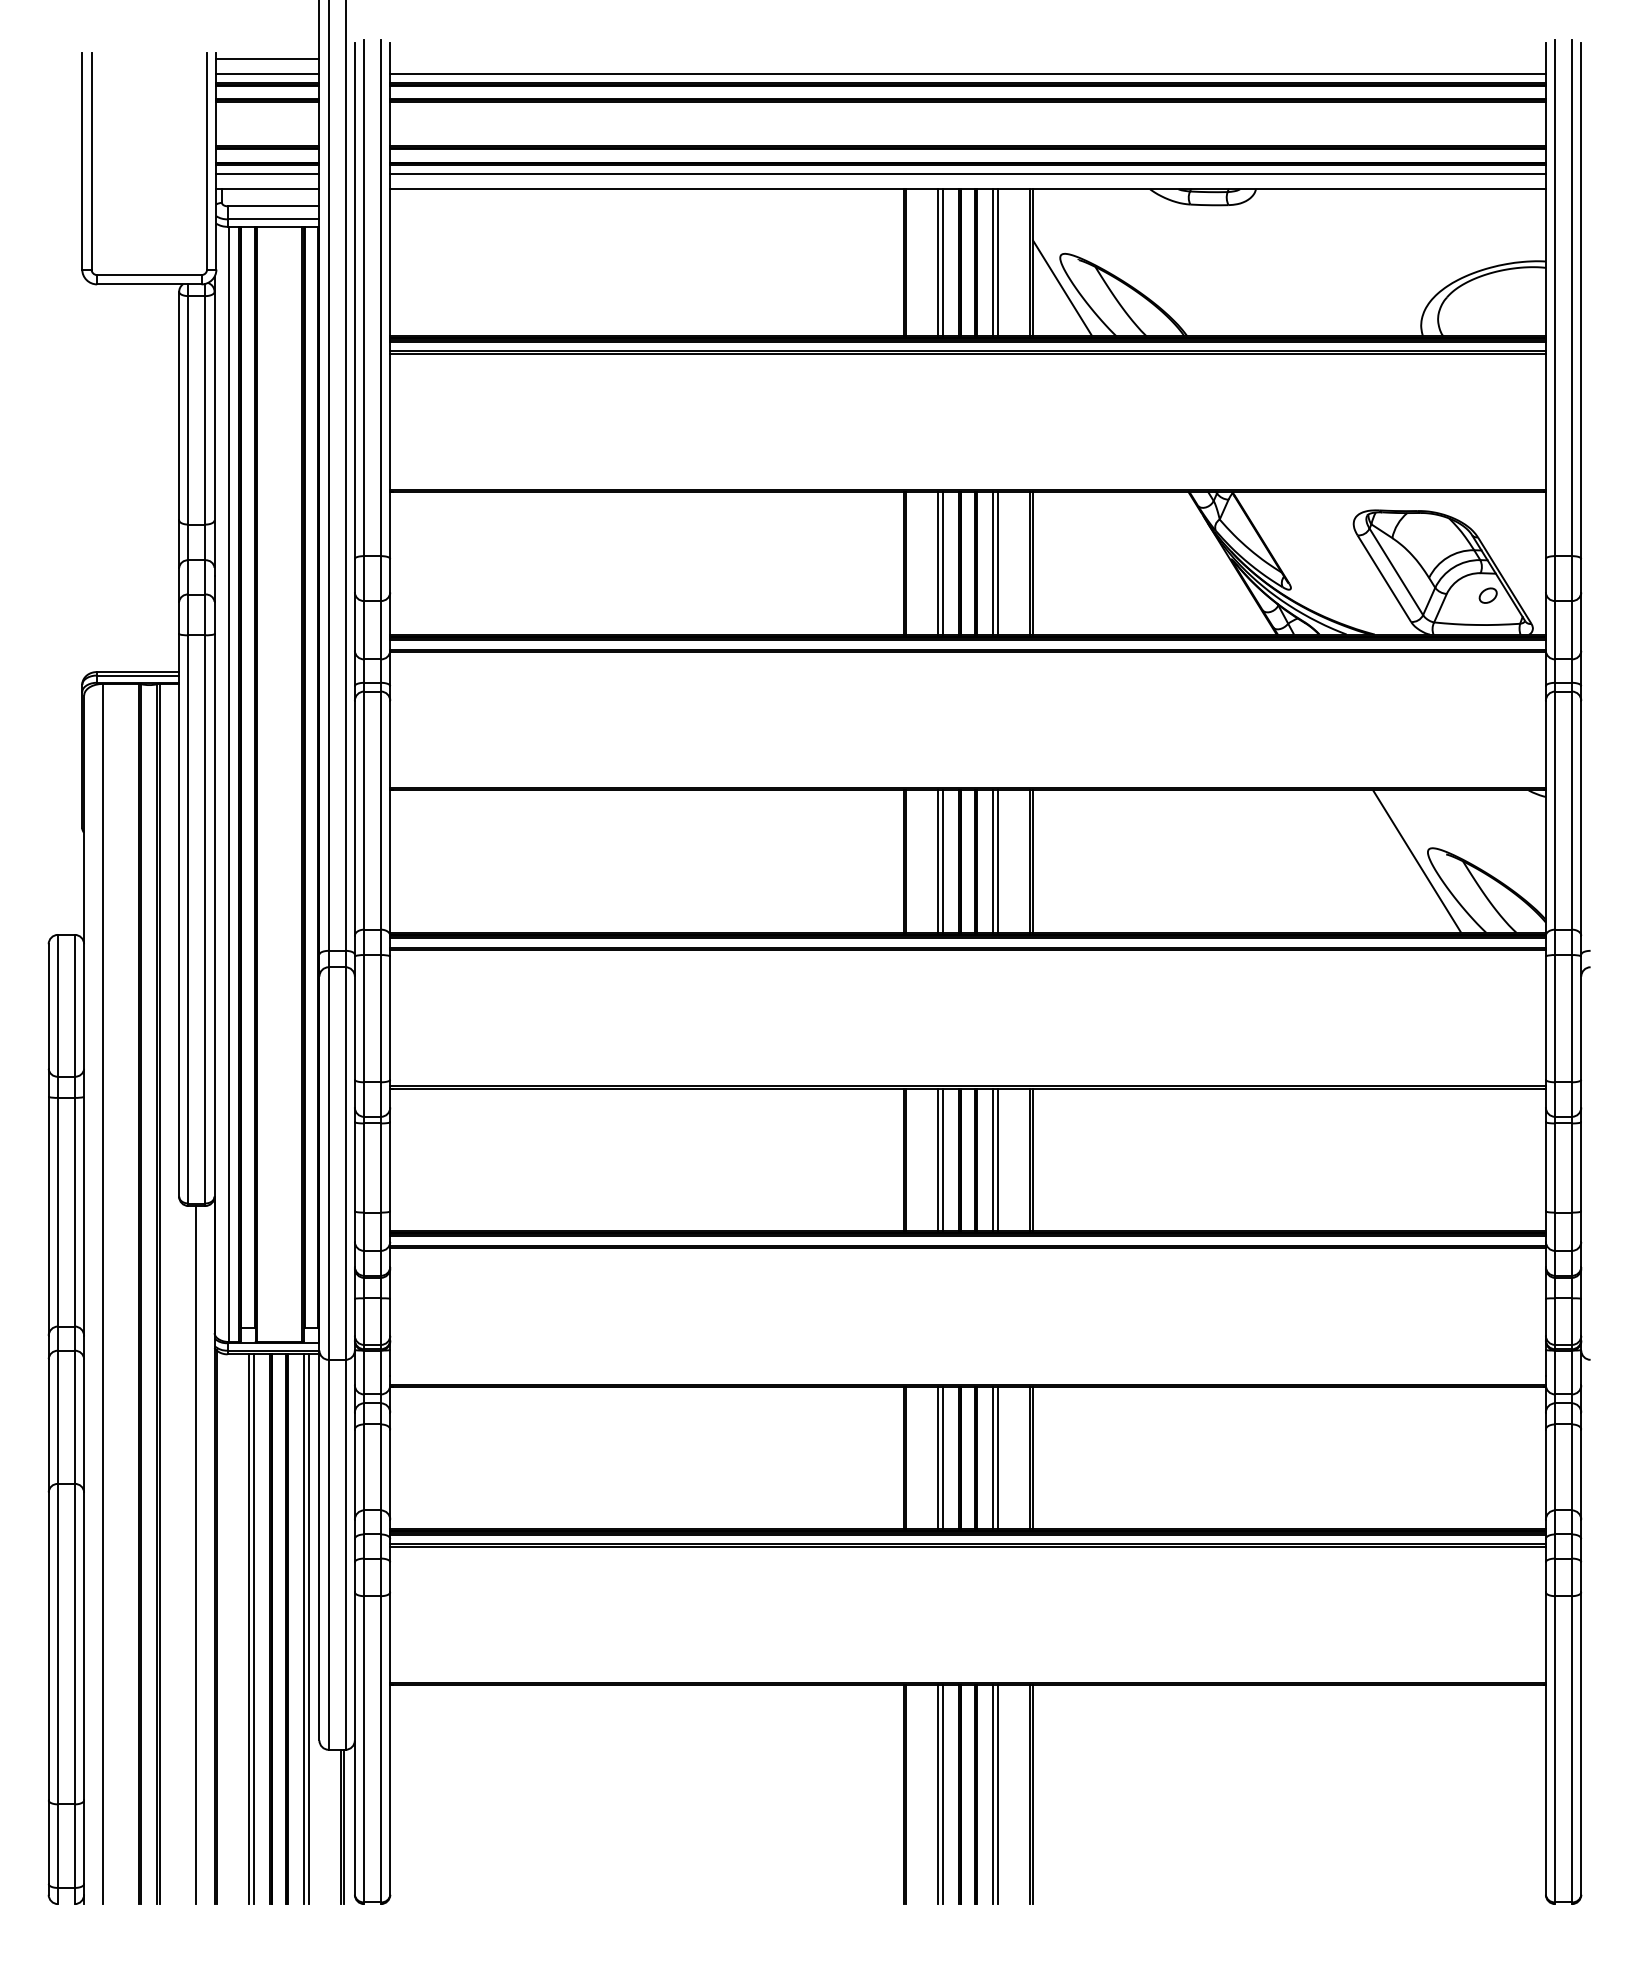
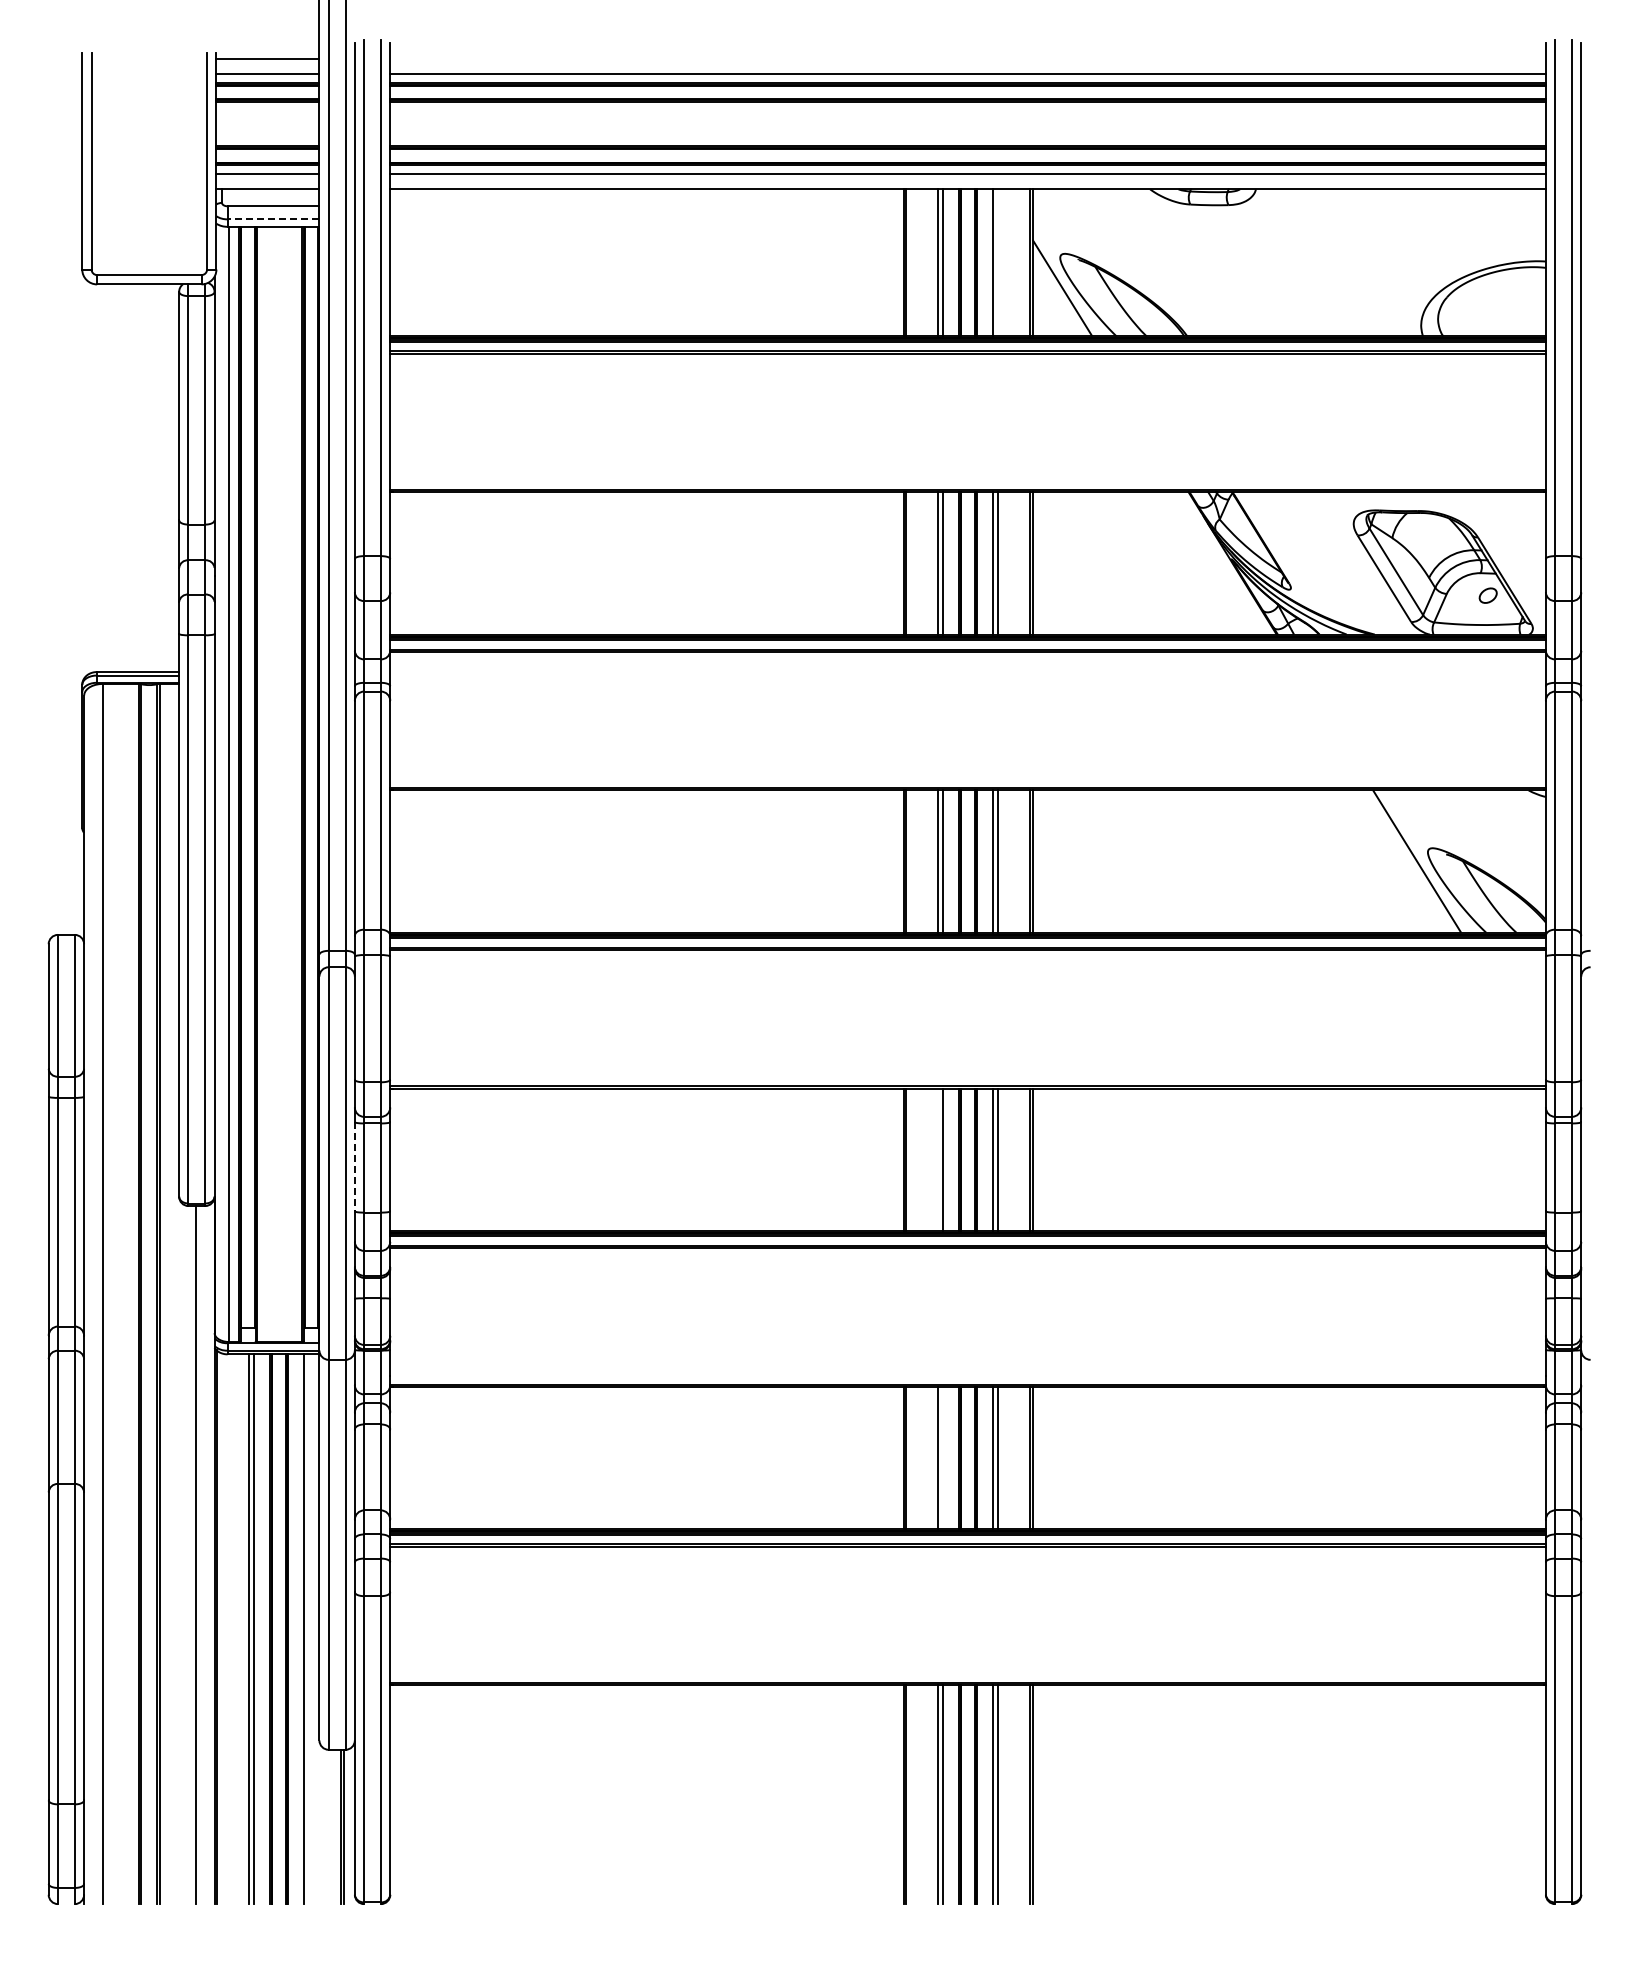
line at (273, 219): solid -> dashed
line at (998, 262): present -> none
line at (937, 1159): present -> none
line at (354, 1166): solid -> dashed
line at (943, 1457): present -> none
line at (309, 1629): present -> none
